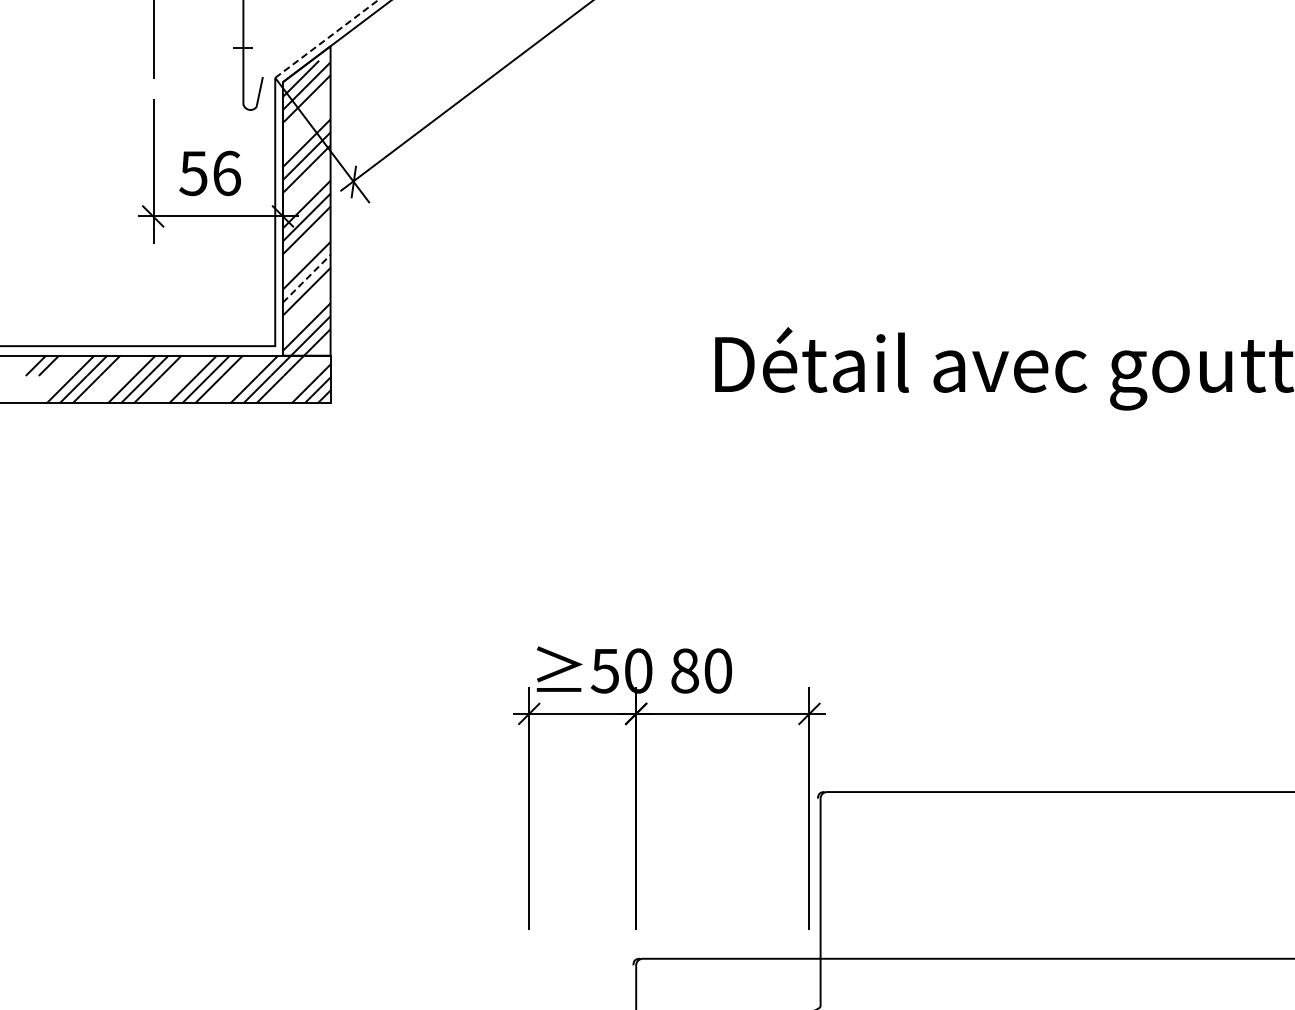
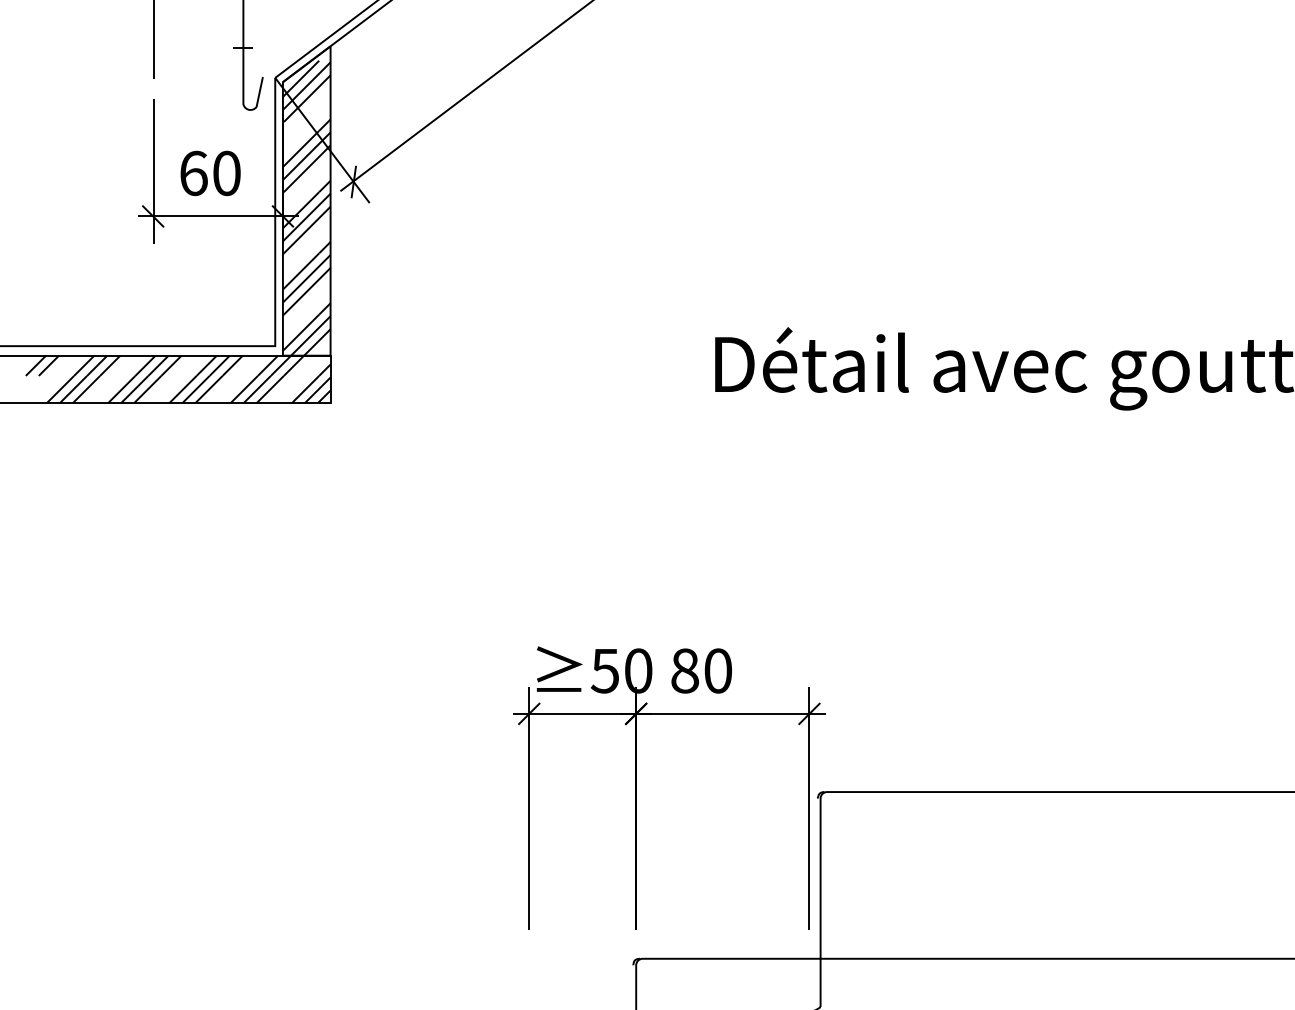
line at (326, 38): dashed -> solid
text at (209, 173): 56 -> 60
line at (306, 278): dashed -> solid
